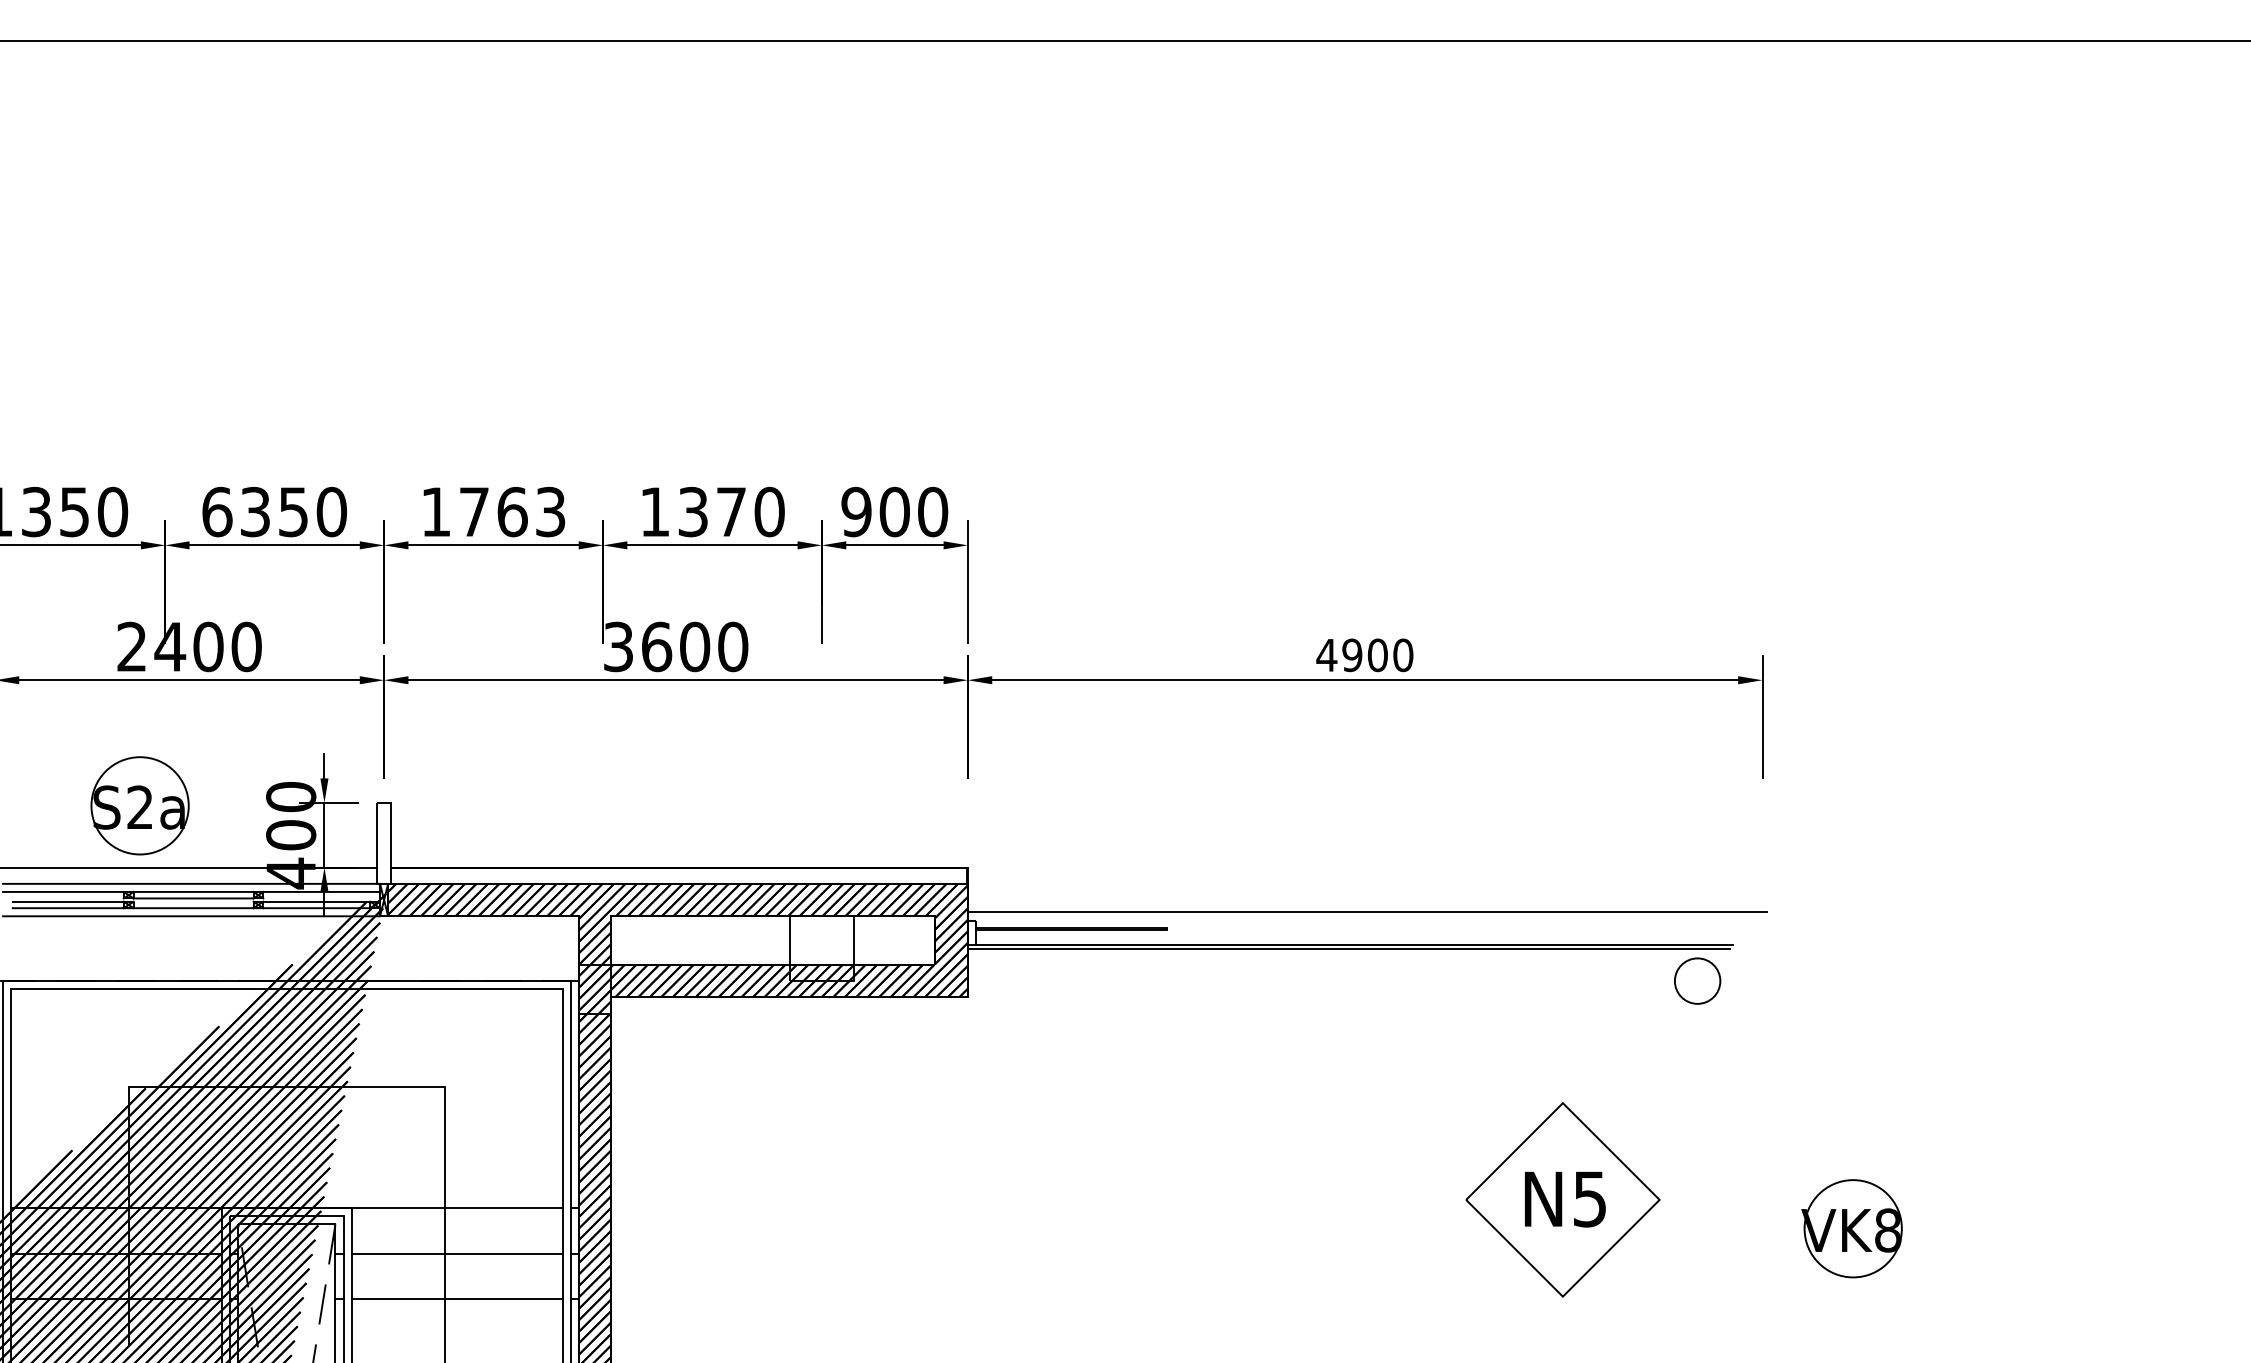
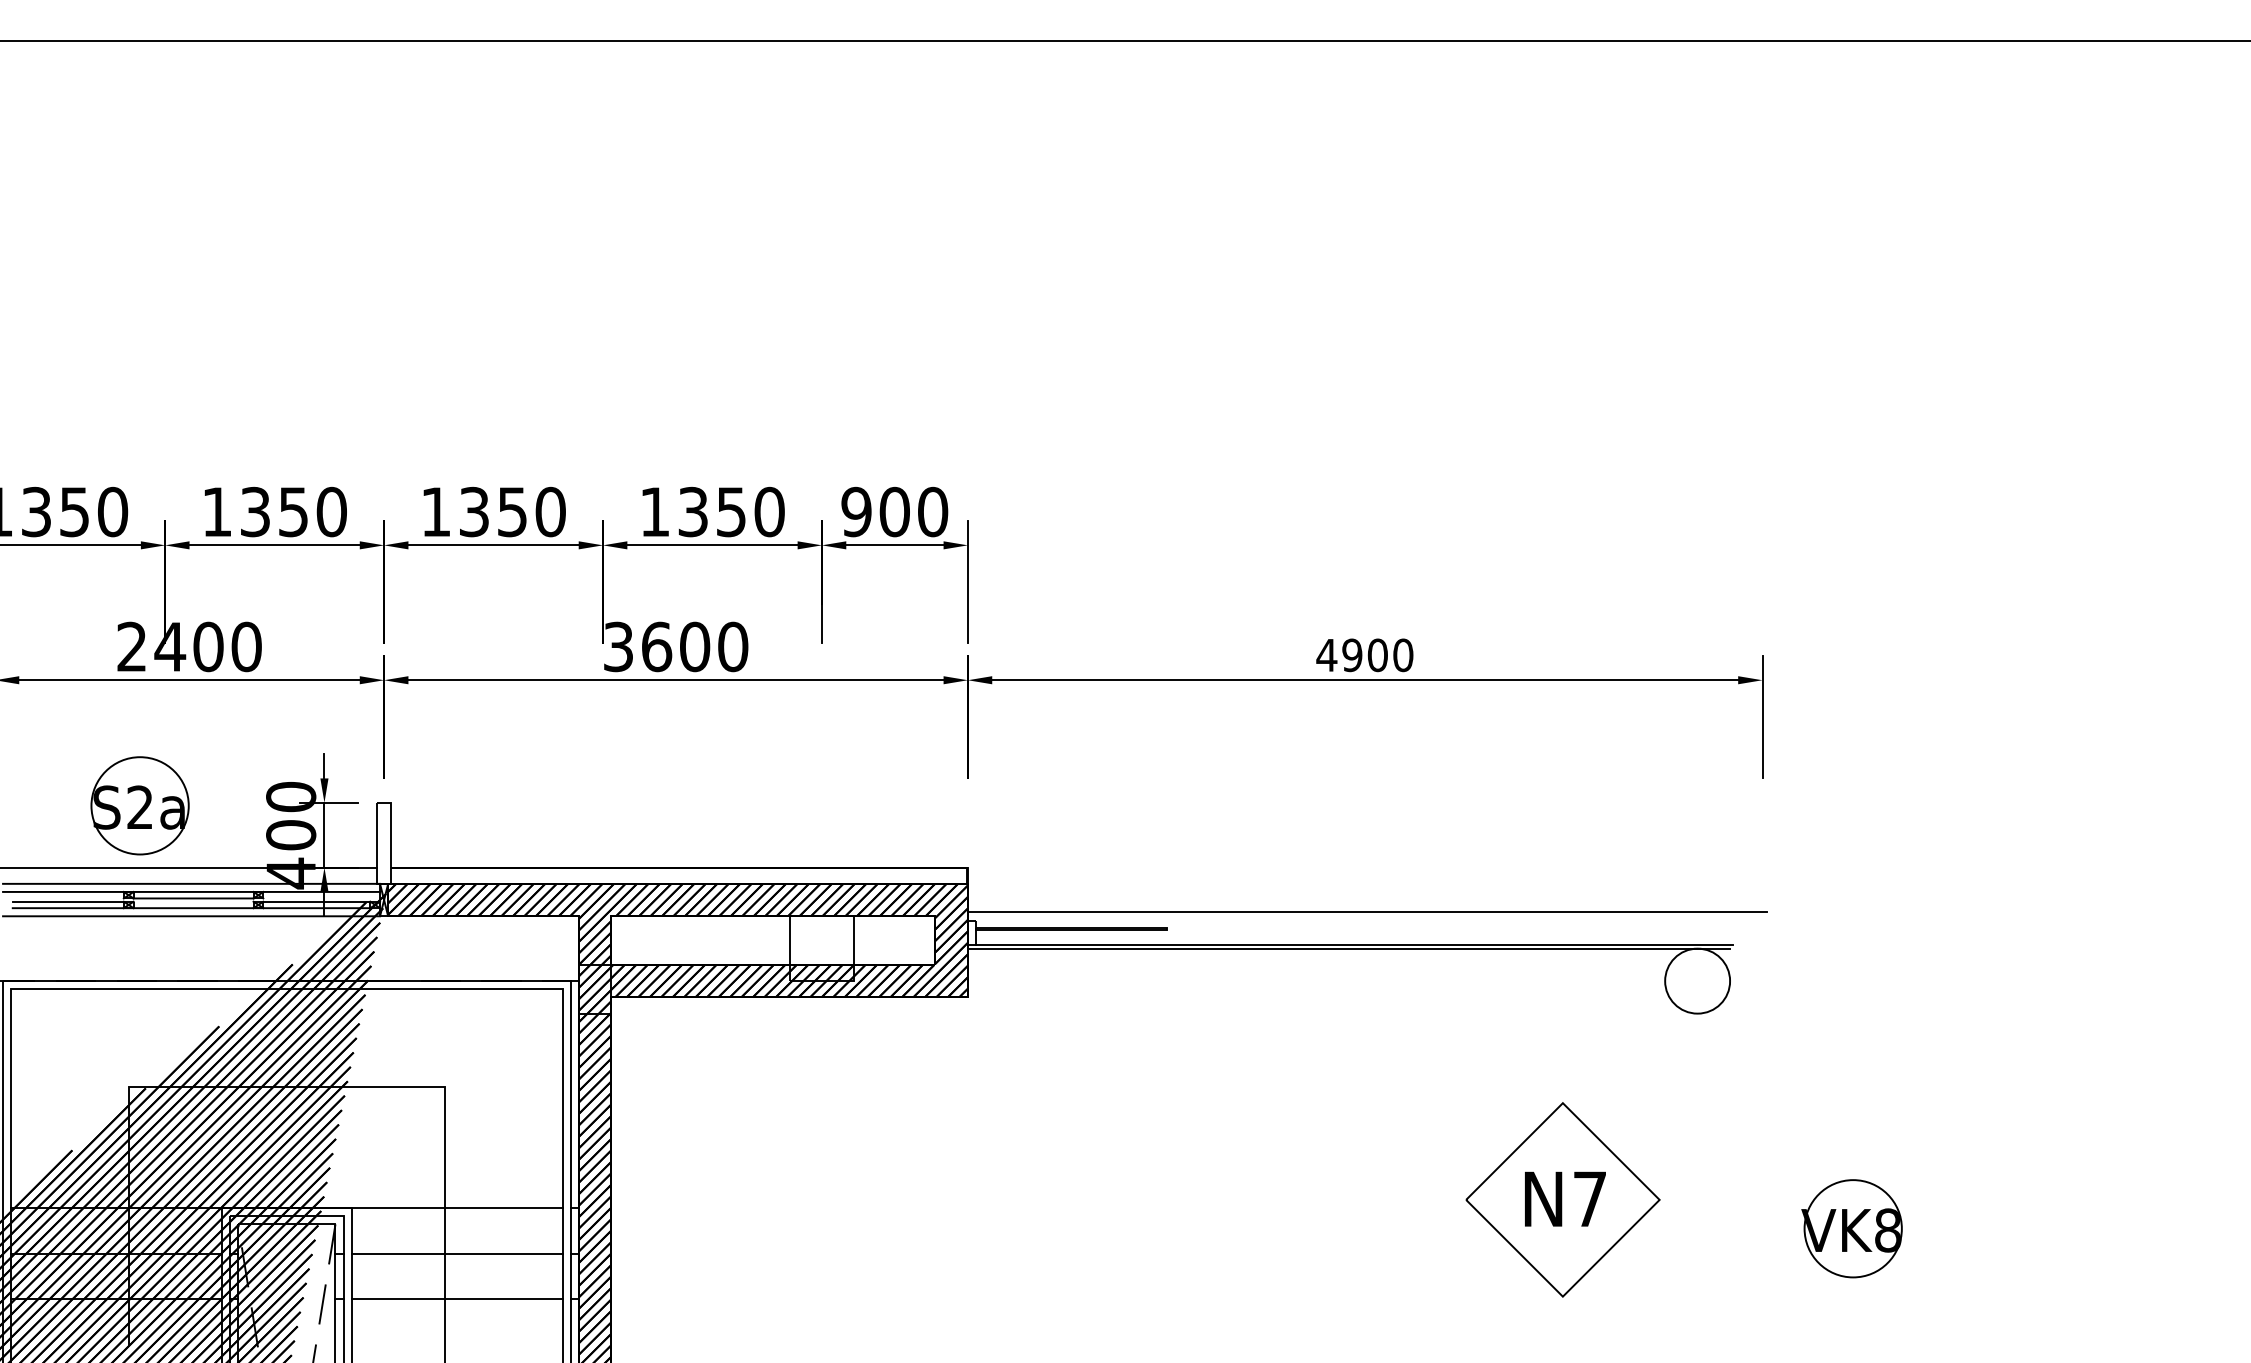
text at (217, 511): 6350 -> 1350
text at (512, 511): 1763 -> 1350
text at (731, 512): 1370 -> 1350
circle at (1697, 980) diameter: 45 px -> 65 px
text at (1589, 1199): N5 -> N7
